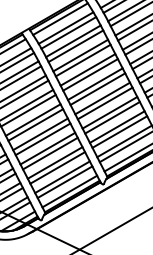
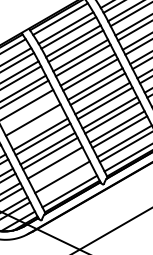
line at (28, 109): present -> none
line at (35, 124): present -> none
line at (57, 167): present -> none
line at (64, 182): present -> none
